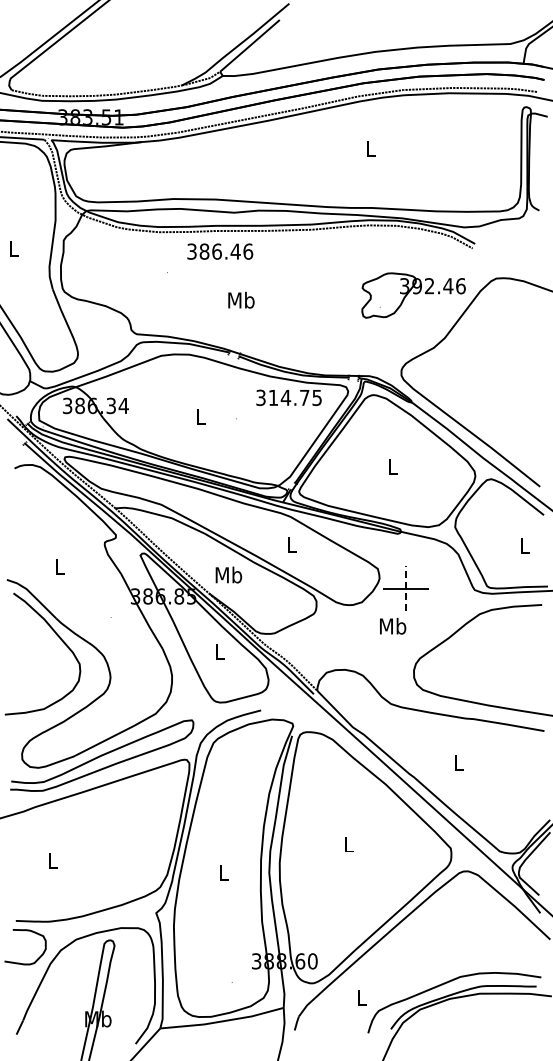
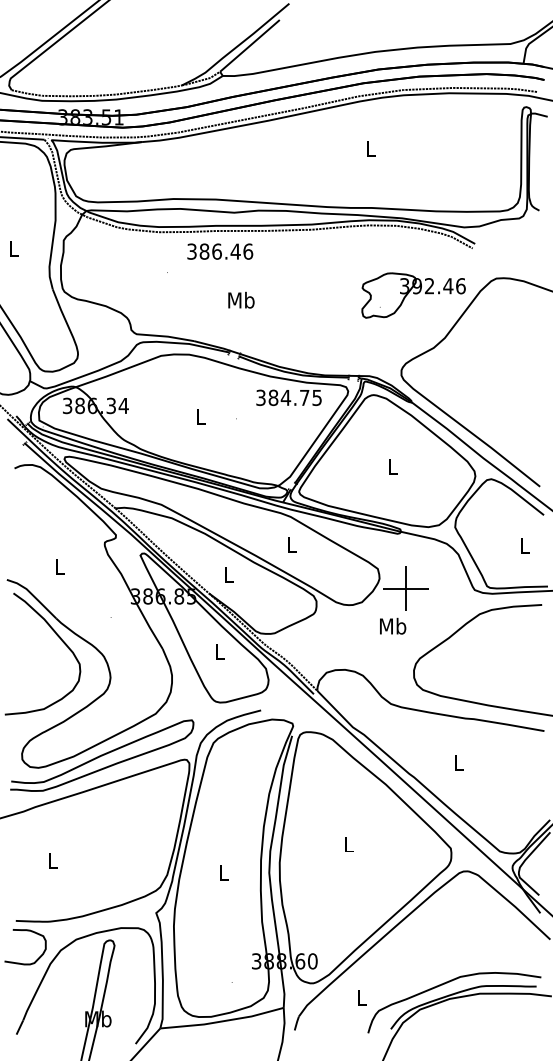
text at (273, 397): 314.75 -> 384.75
text at (228, 574): Mb -> L
line at (406, 588): dashed -> solid
